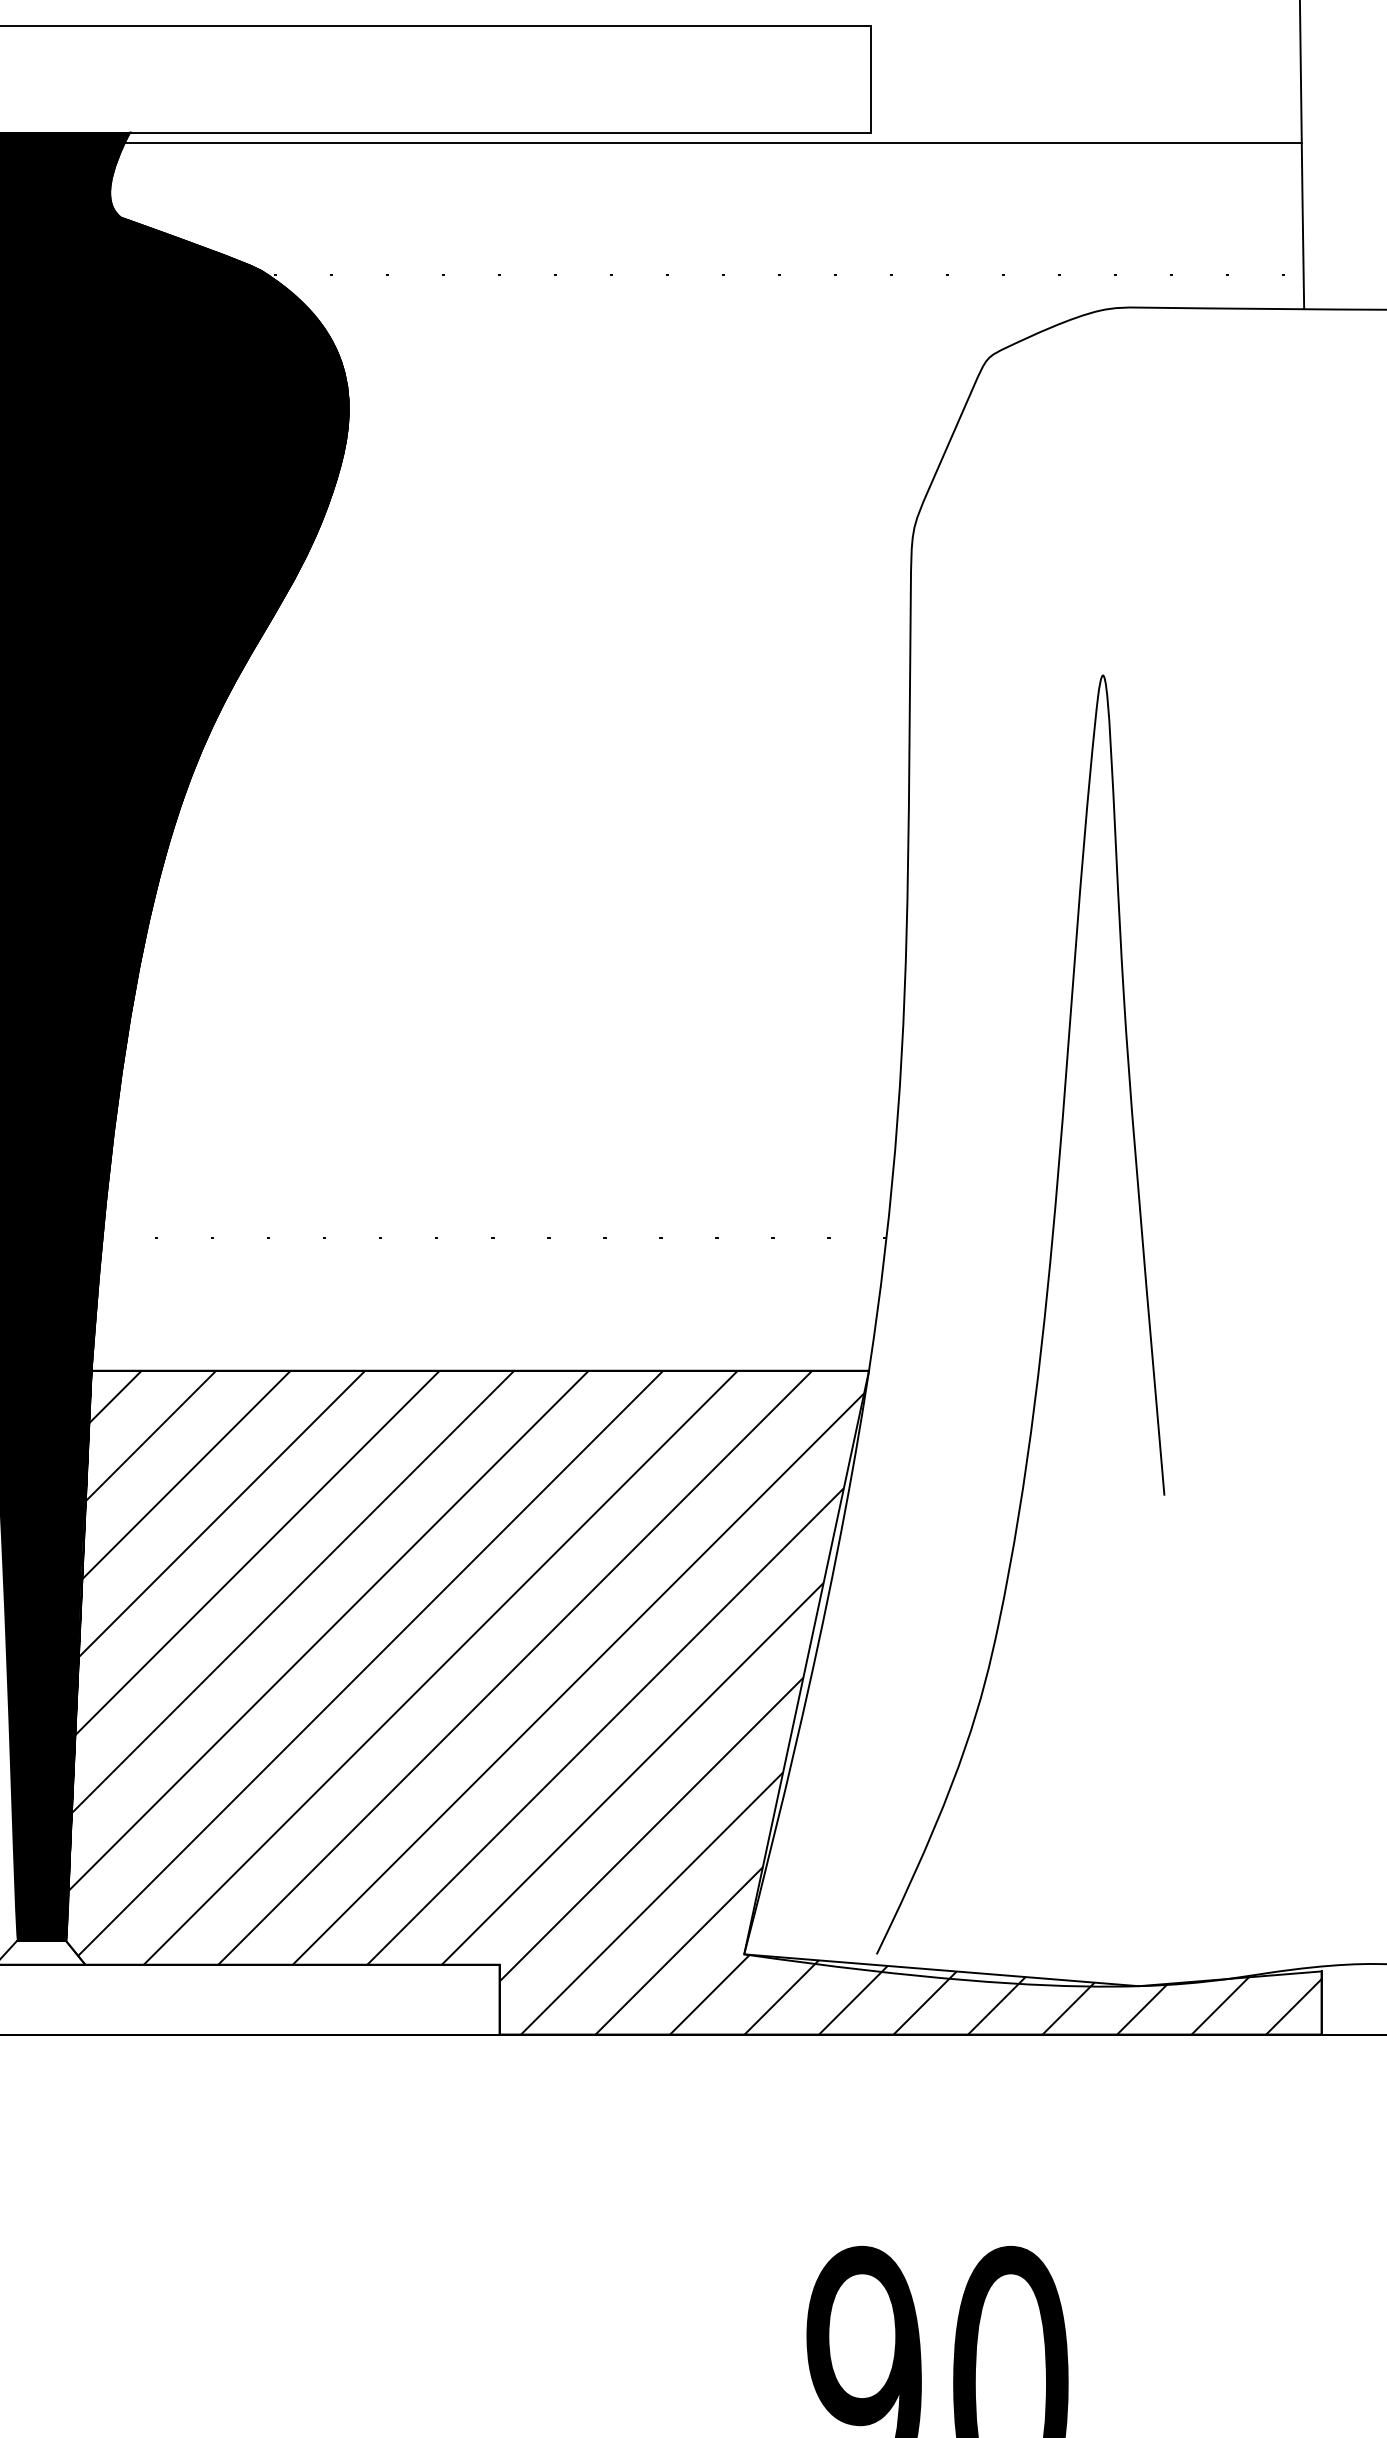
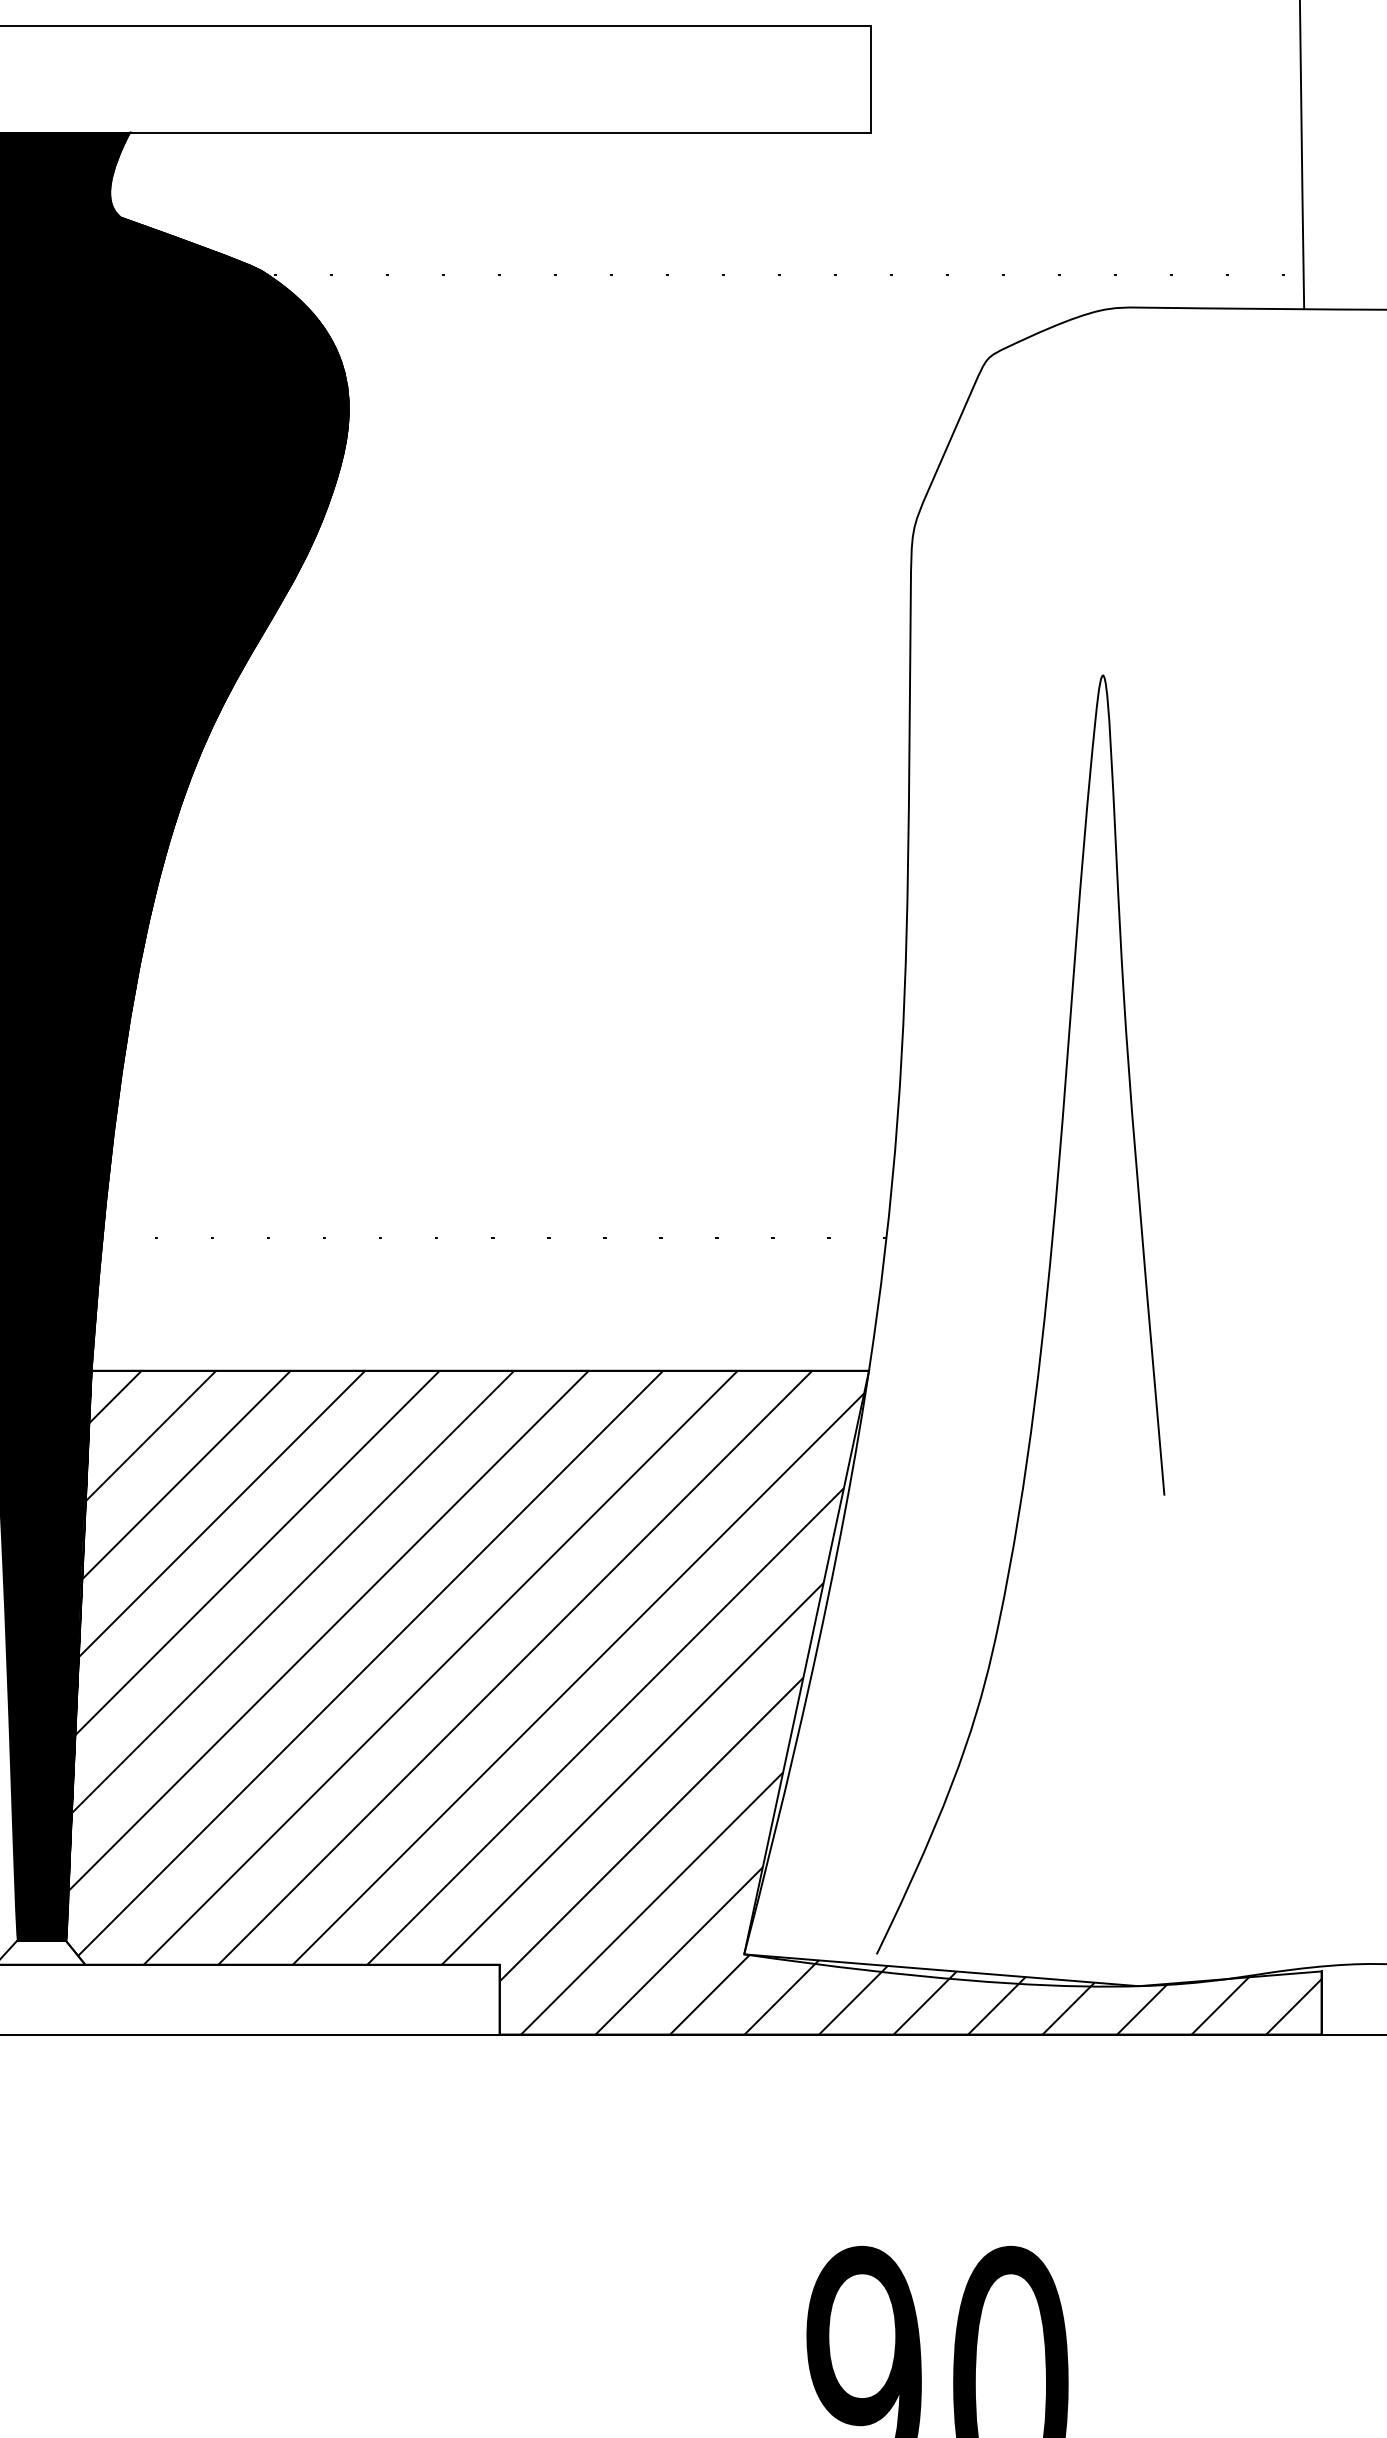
line at (651, 142): present -> none
